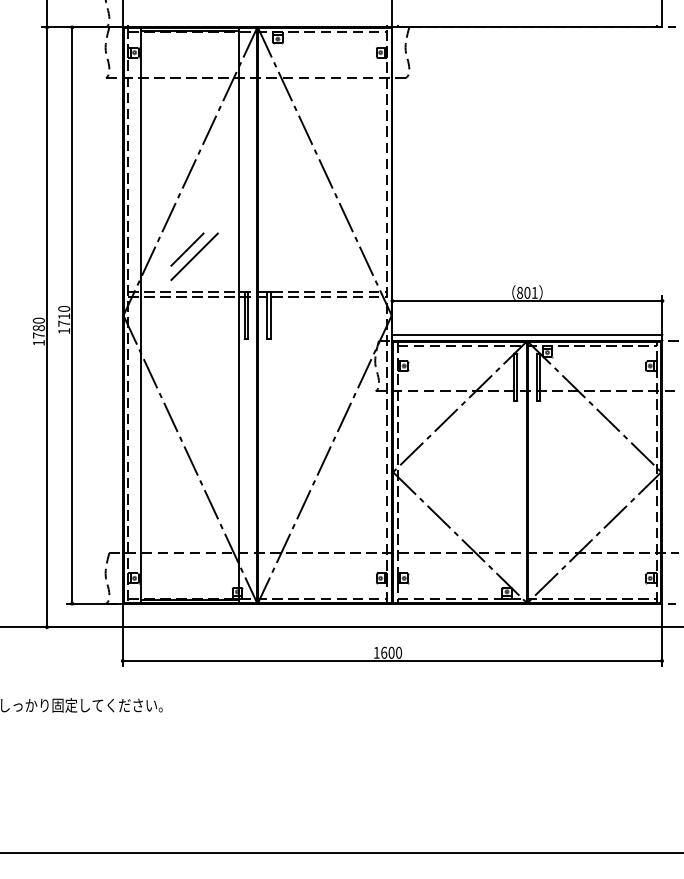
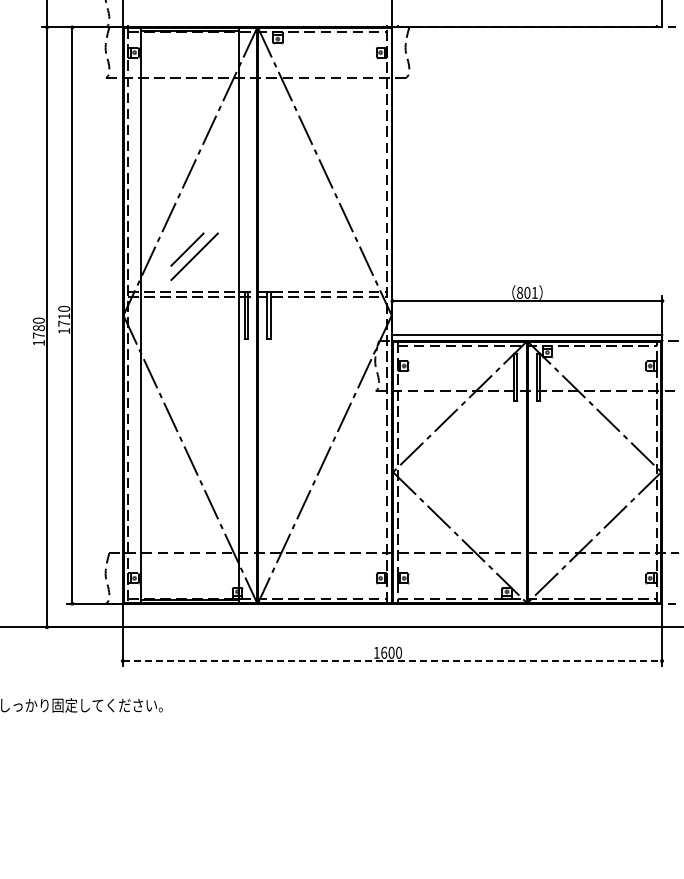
line at (392, 660): solid -> dashed
line at (341, 852): present -> none
